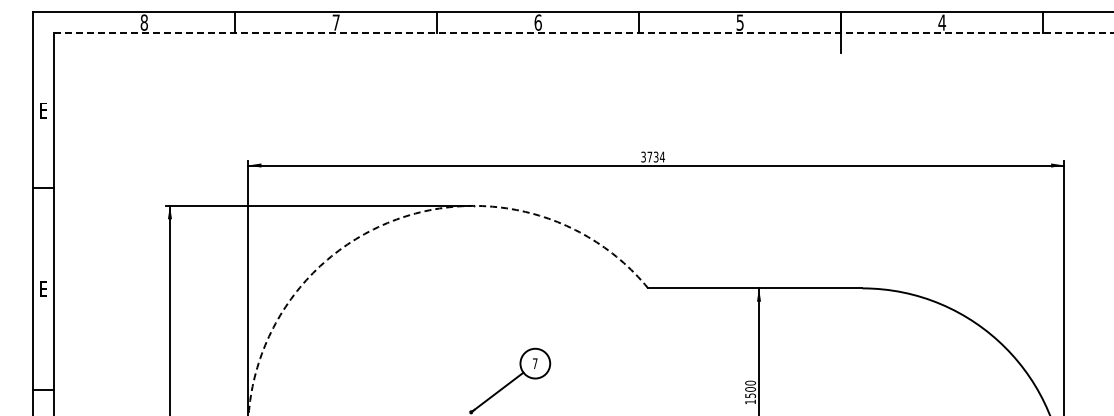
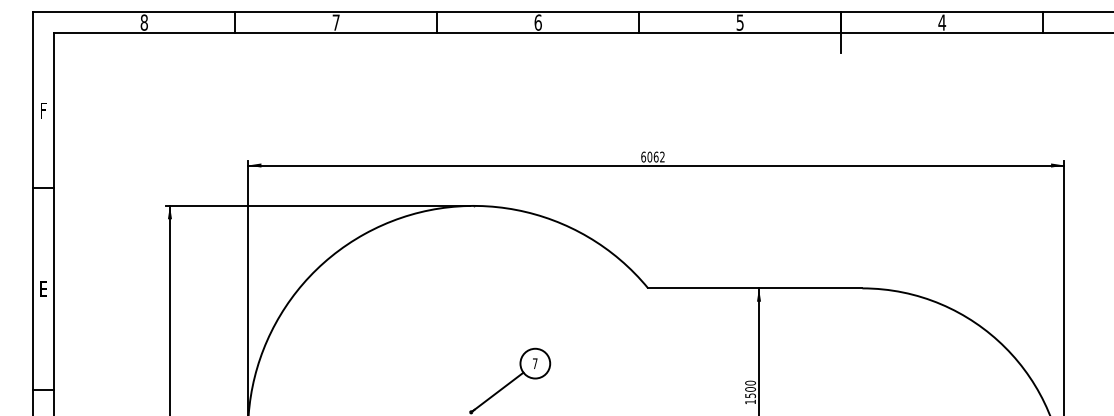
line at (583, 32): dashed -> solid
text at (43, 110): E -> F
text at (652, 156): 3734 -> 6062
arc at (405, 216): dashed -> solid
